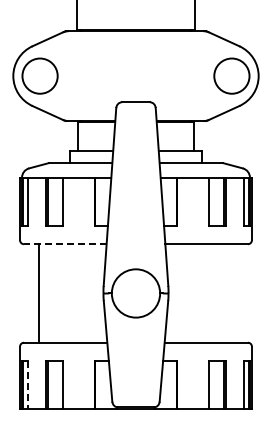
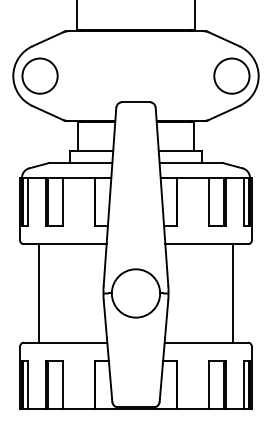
line at (64, 244): dashed -> solid
line at (232, 293): none -> present
line at (27, 385): dashed -> solid
